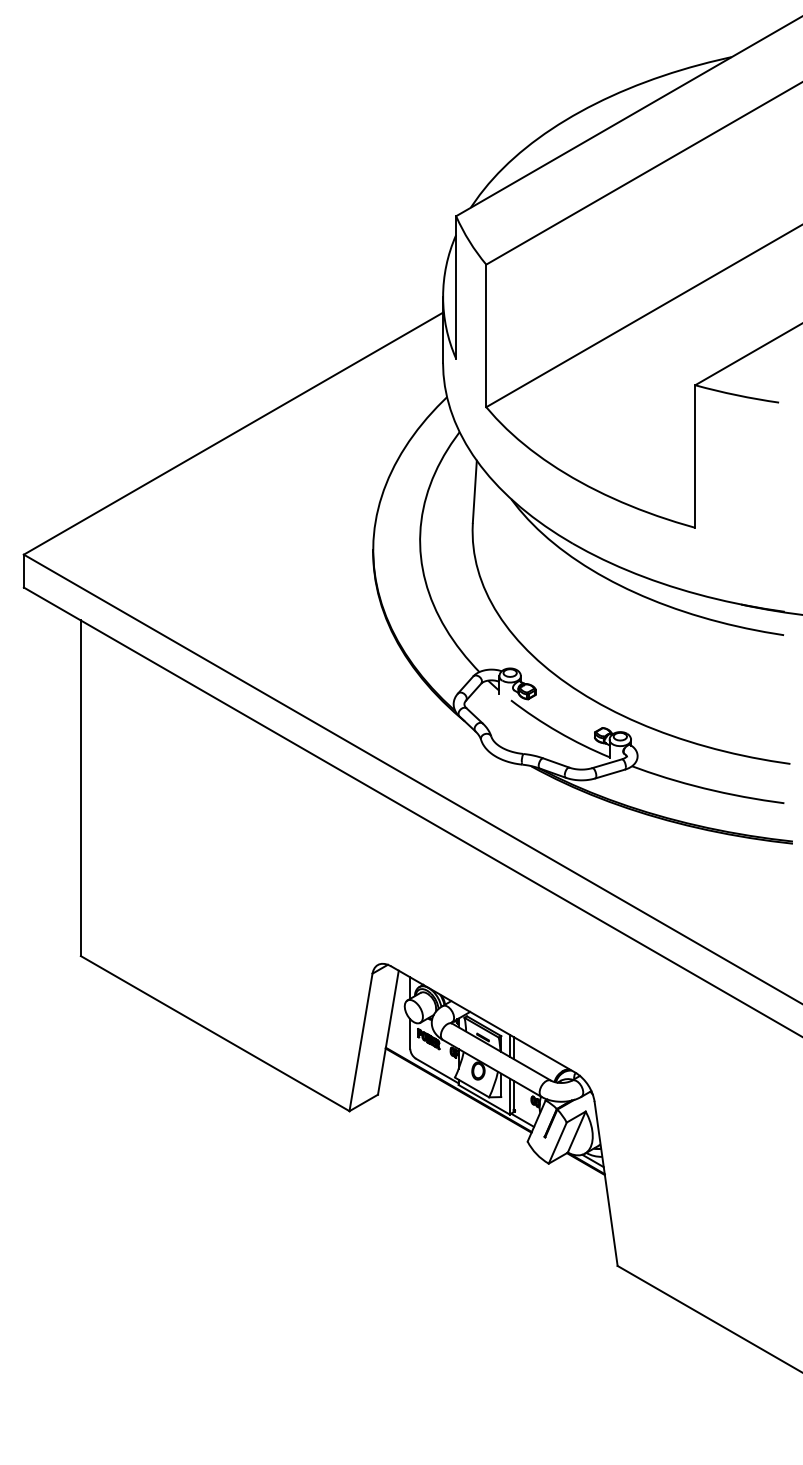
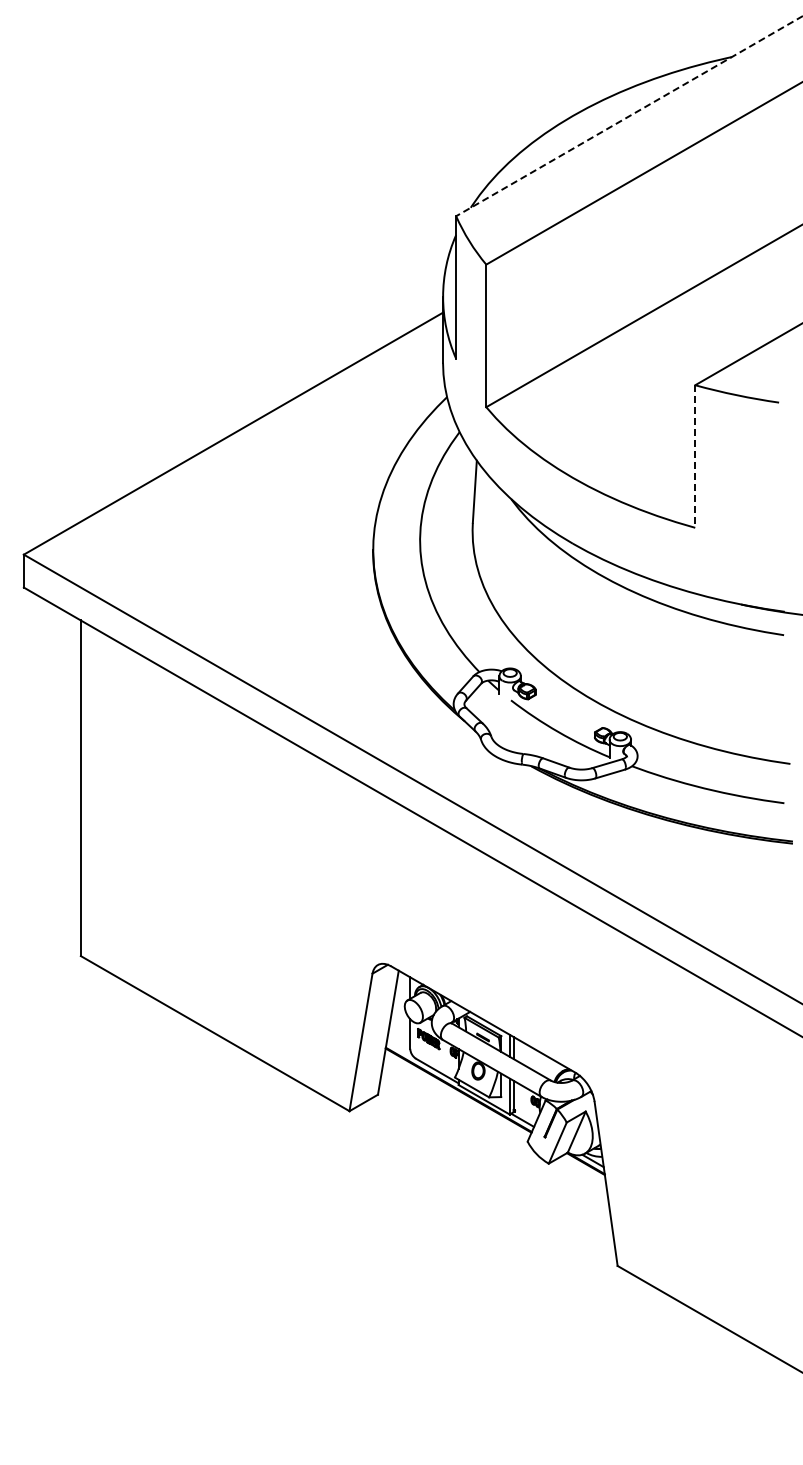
line at (629, 116): solid -> dashed
line at (695, 457): solid -> dashed
